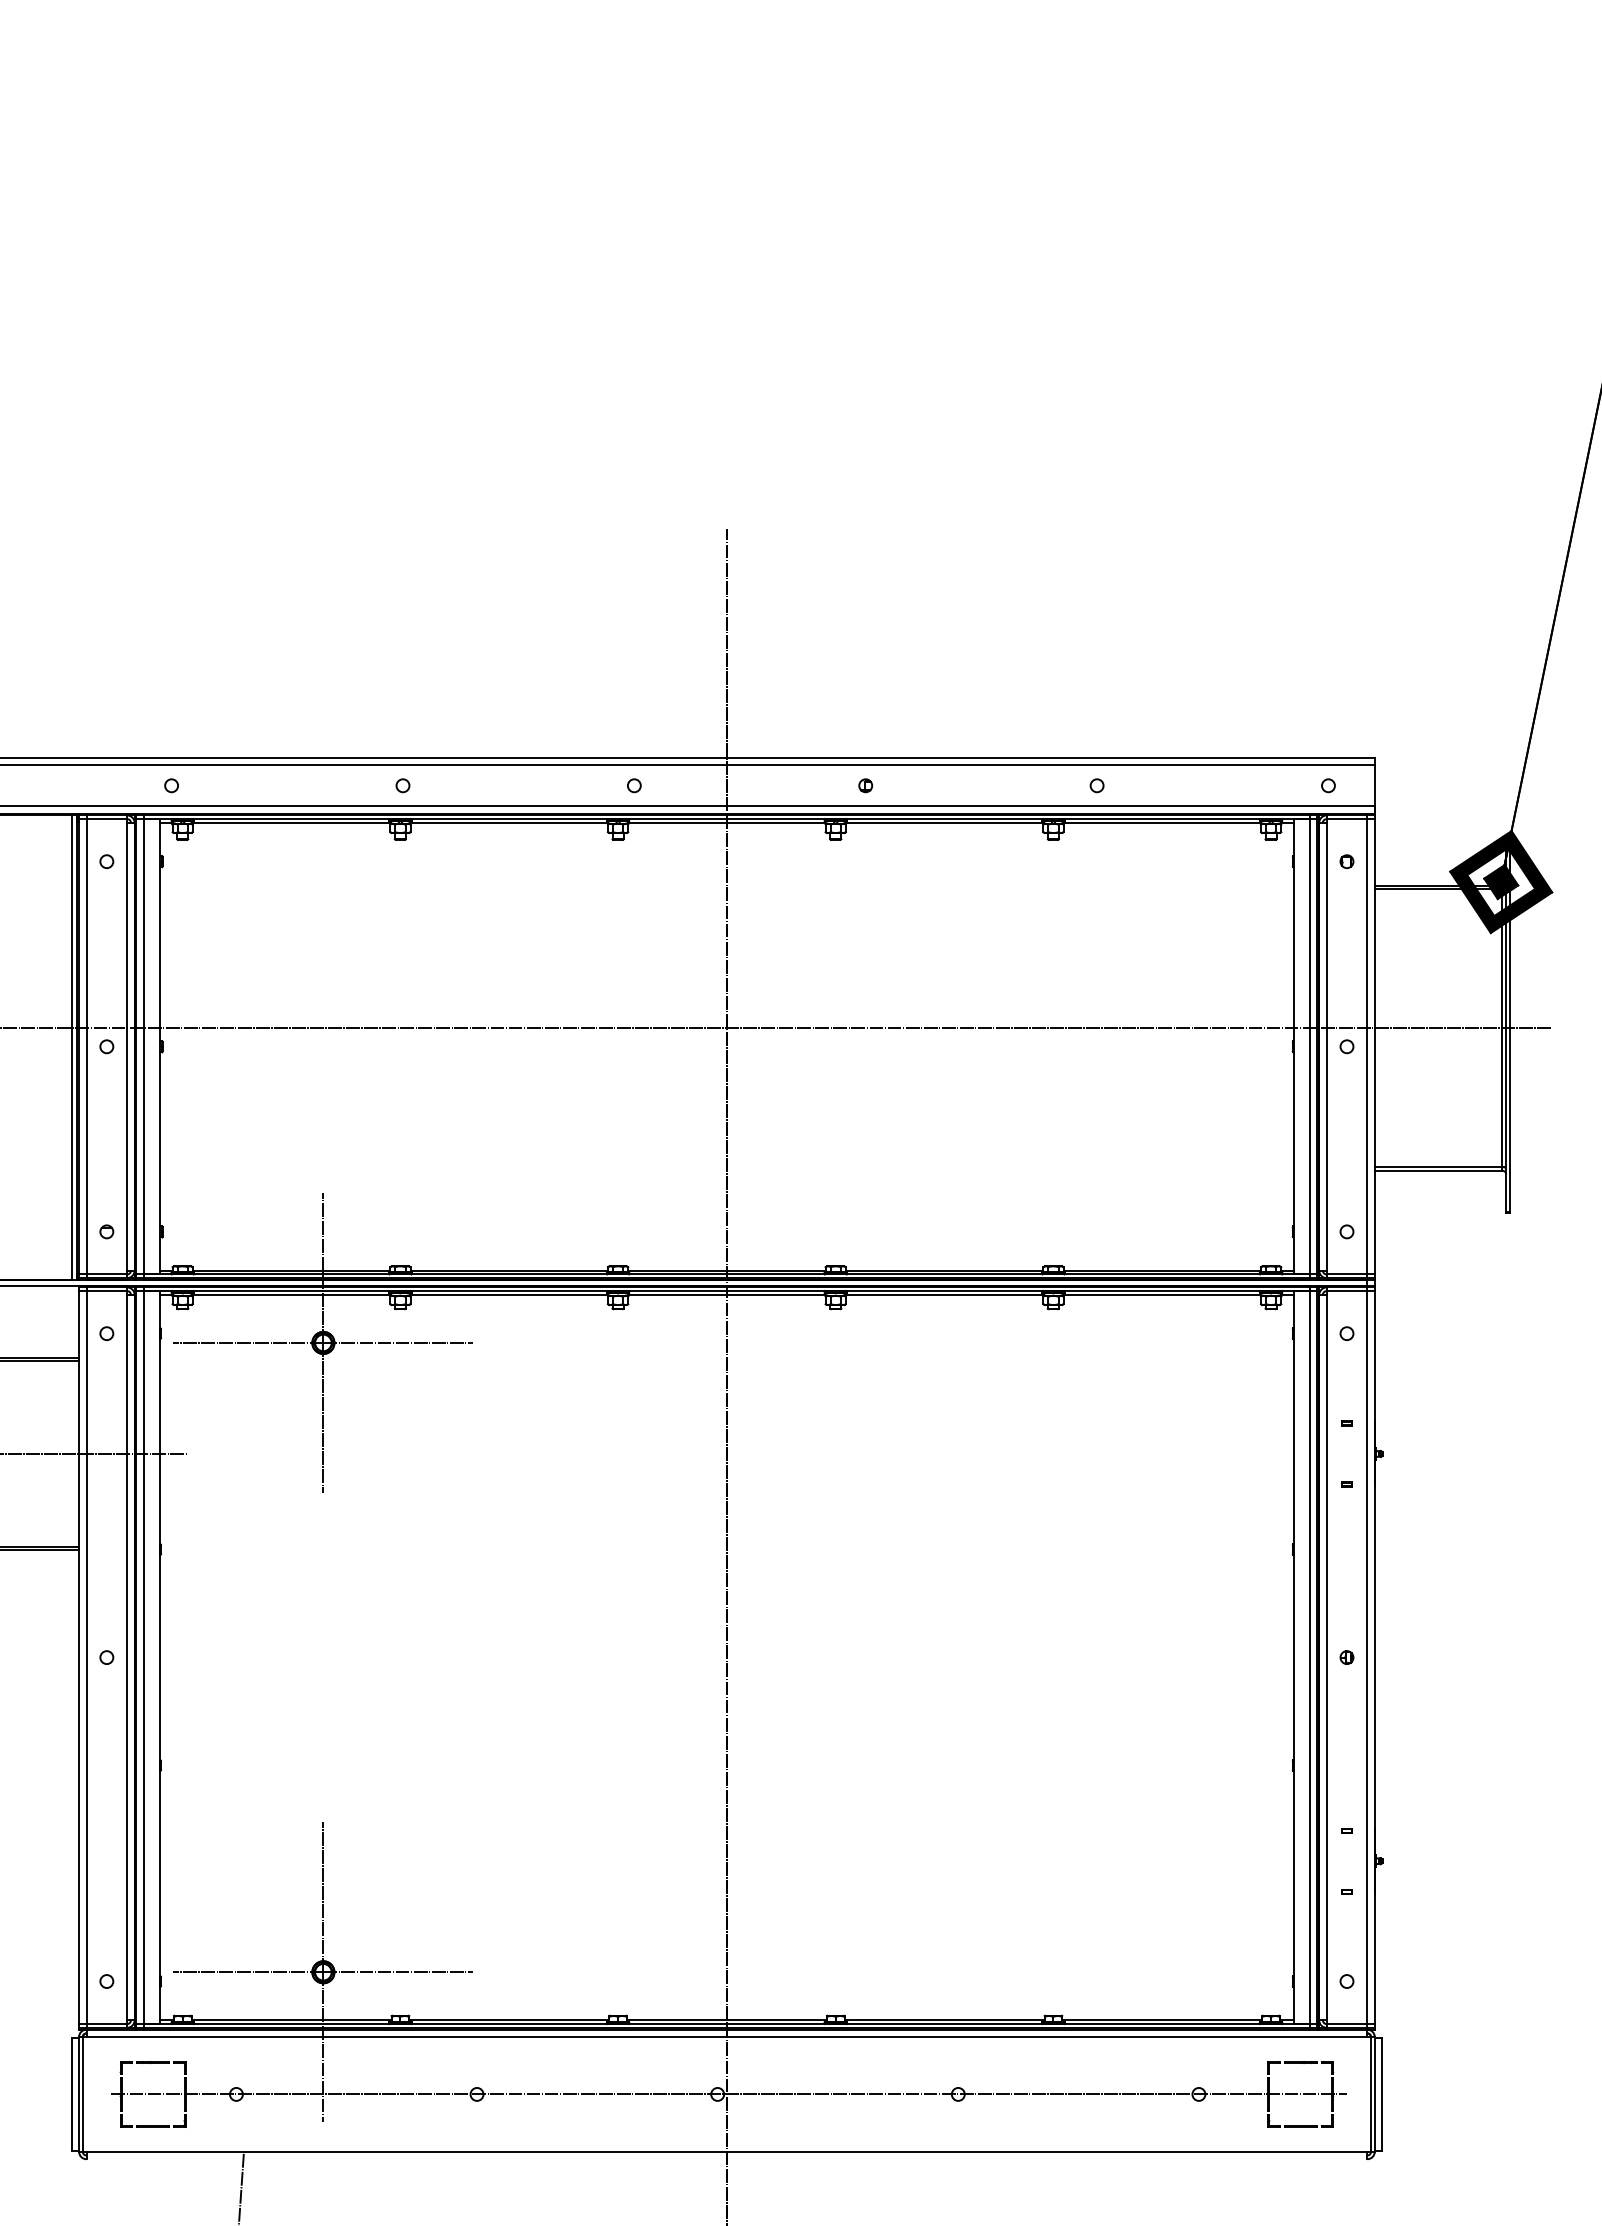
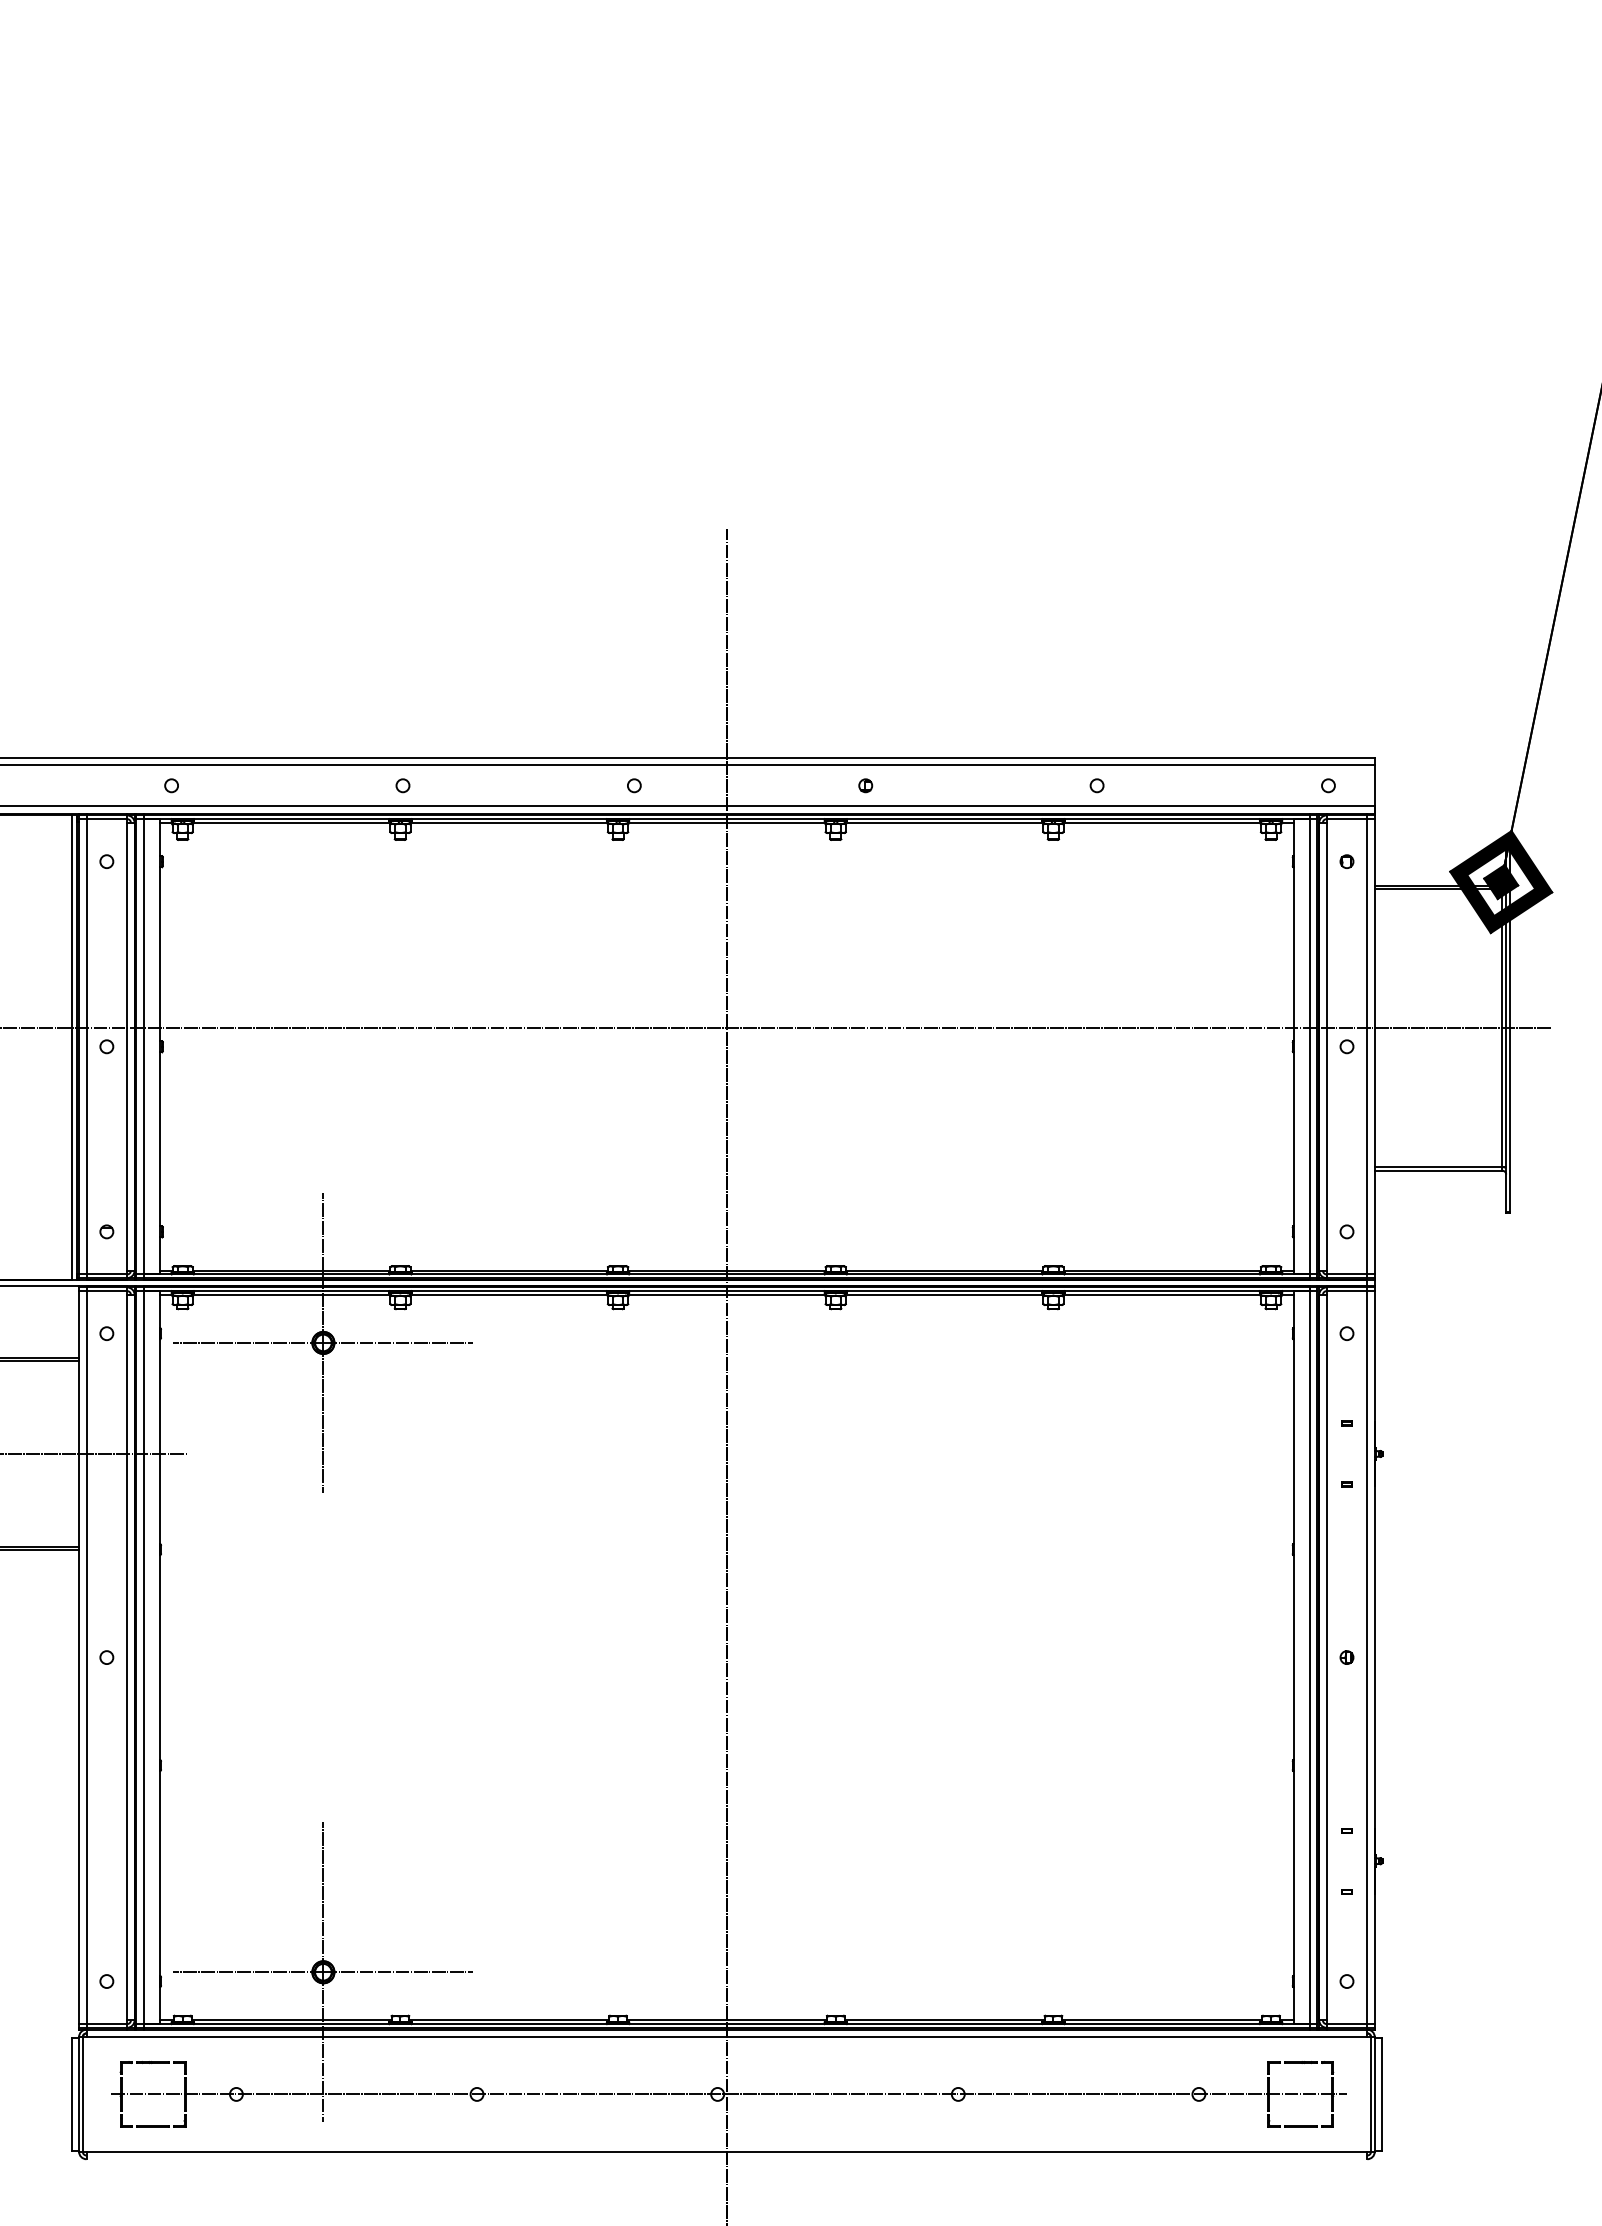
line at (241, 2186): present -> none
